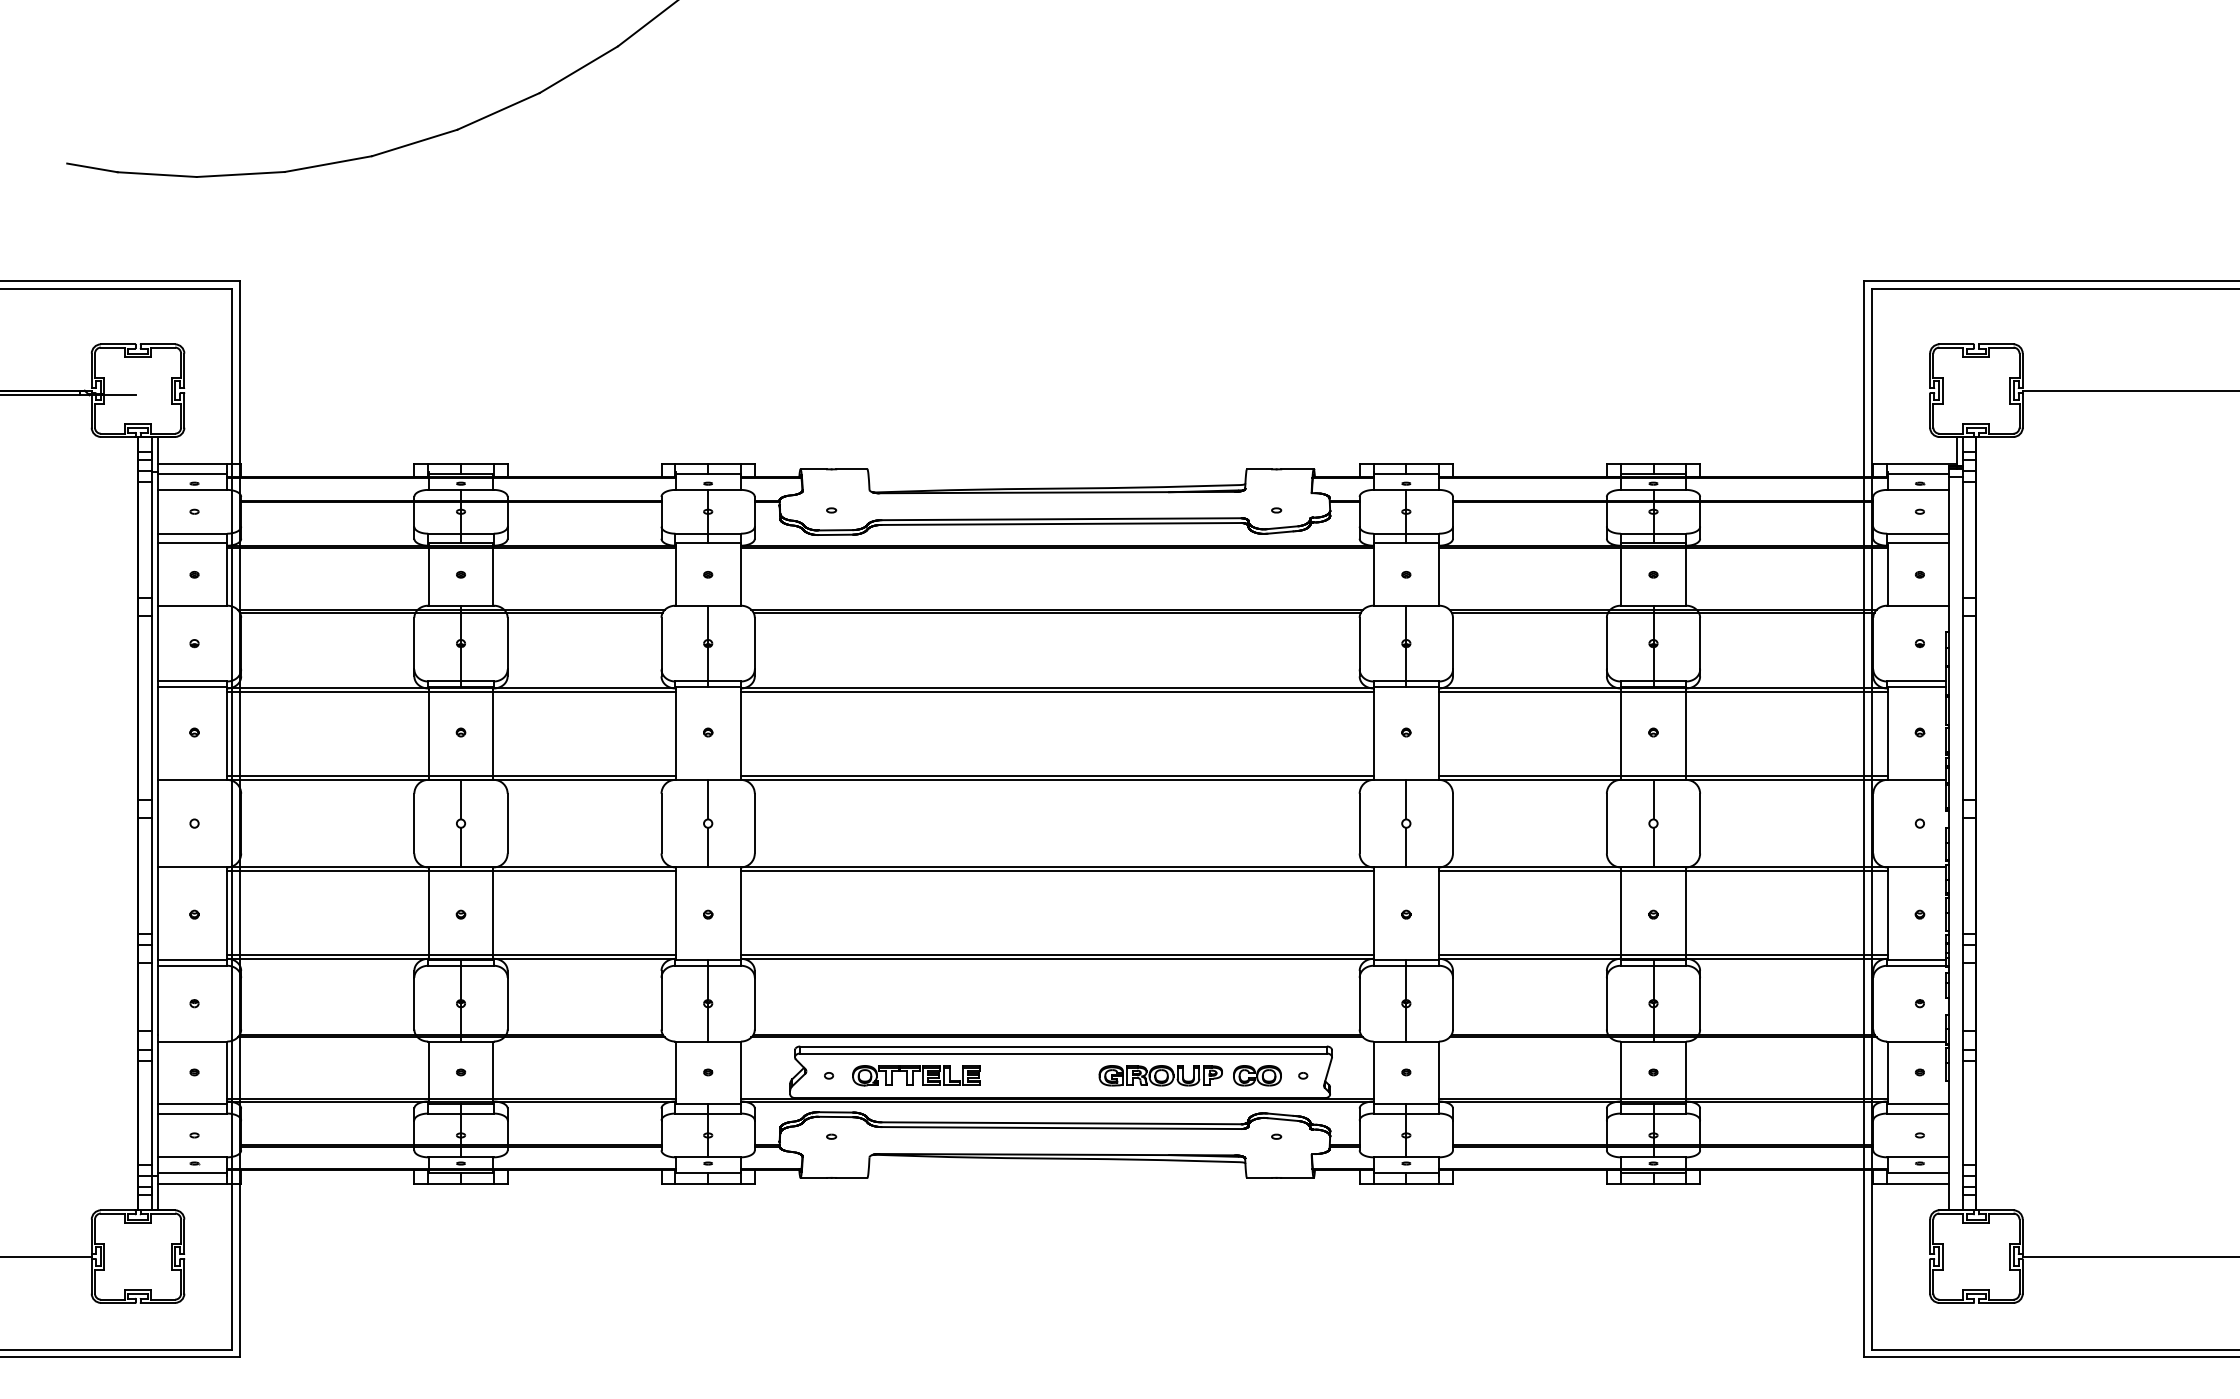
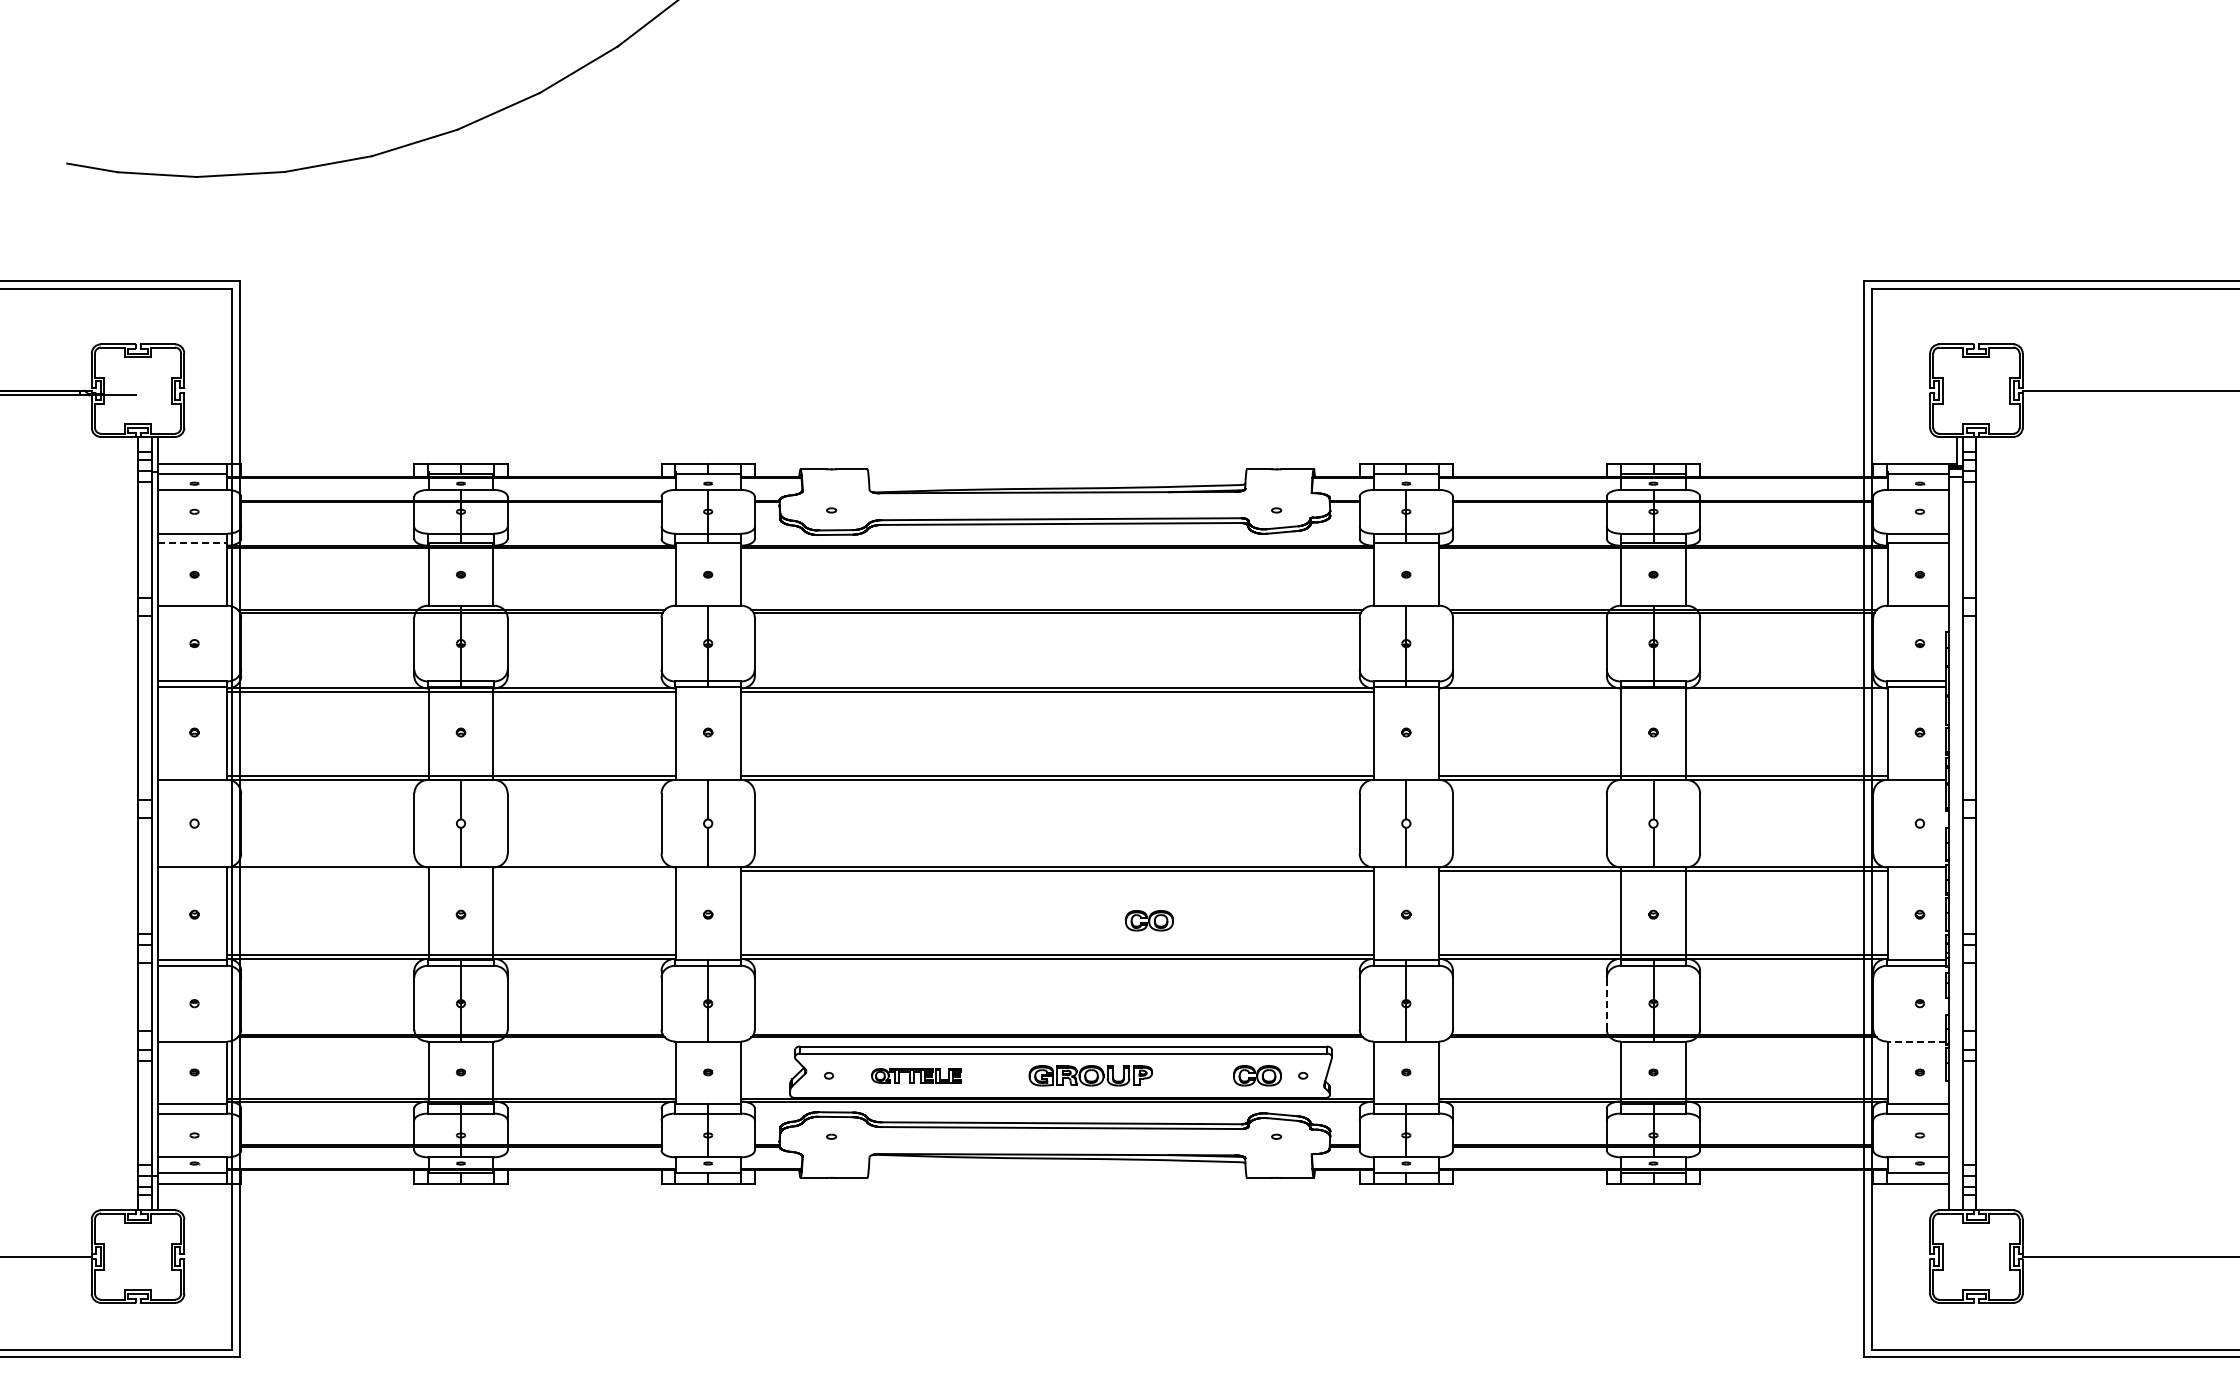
line at (192, 543): solid -> dashed
line at (1662, 691): present -> none
line at (450, 870): present -> none
part at (1149, 920): none -> present
line at (1606, 1003): solid -> dashed
line at (1916, 1041): solid -> dashed
part at (916, 1075) size: 129x22 px -> 91x16 px
part at (1160, 1075) position: (1160, 1075) -> (1090, 1075)
